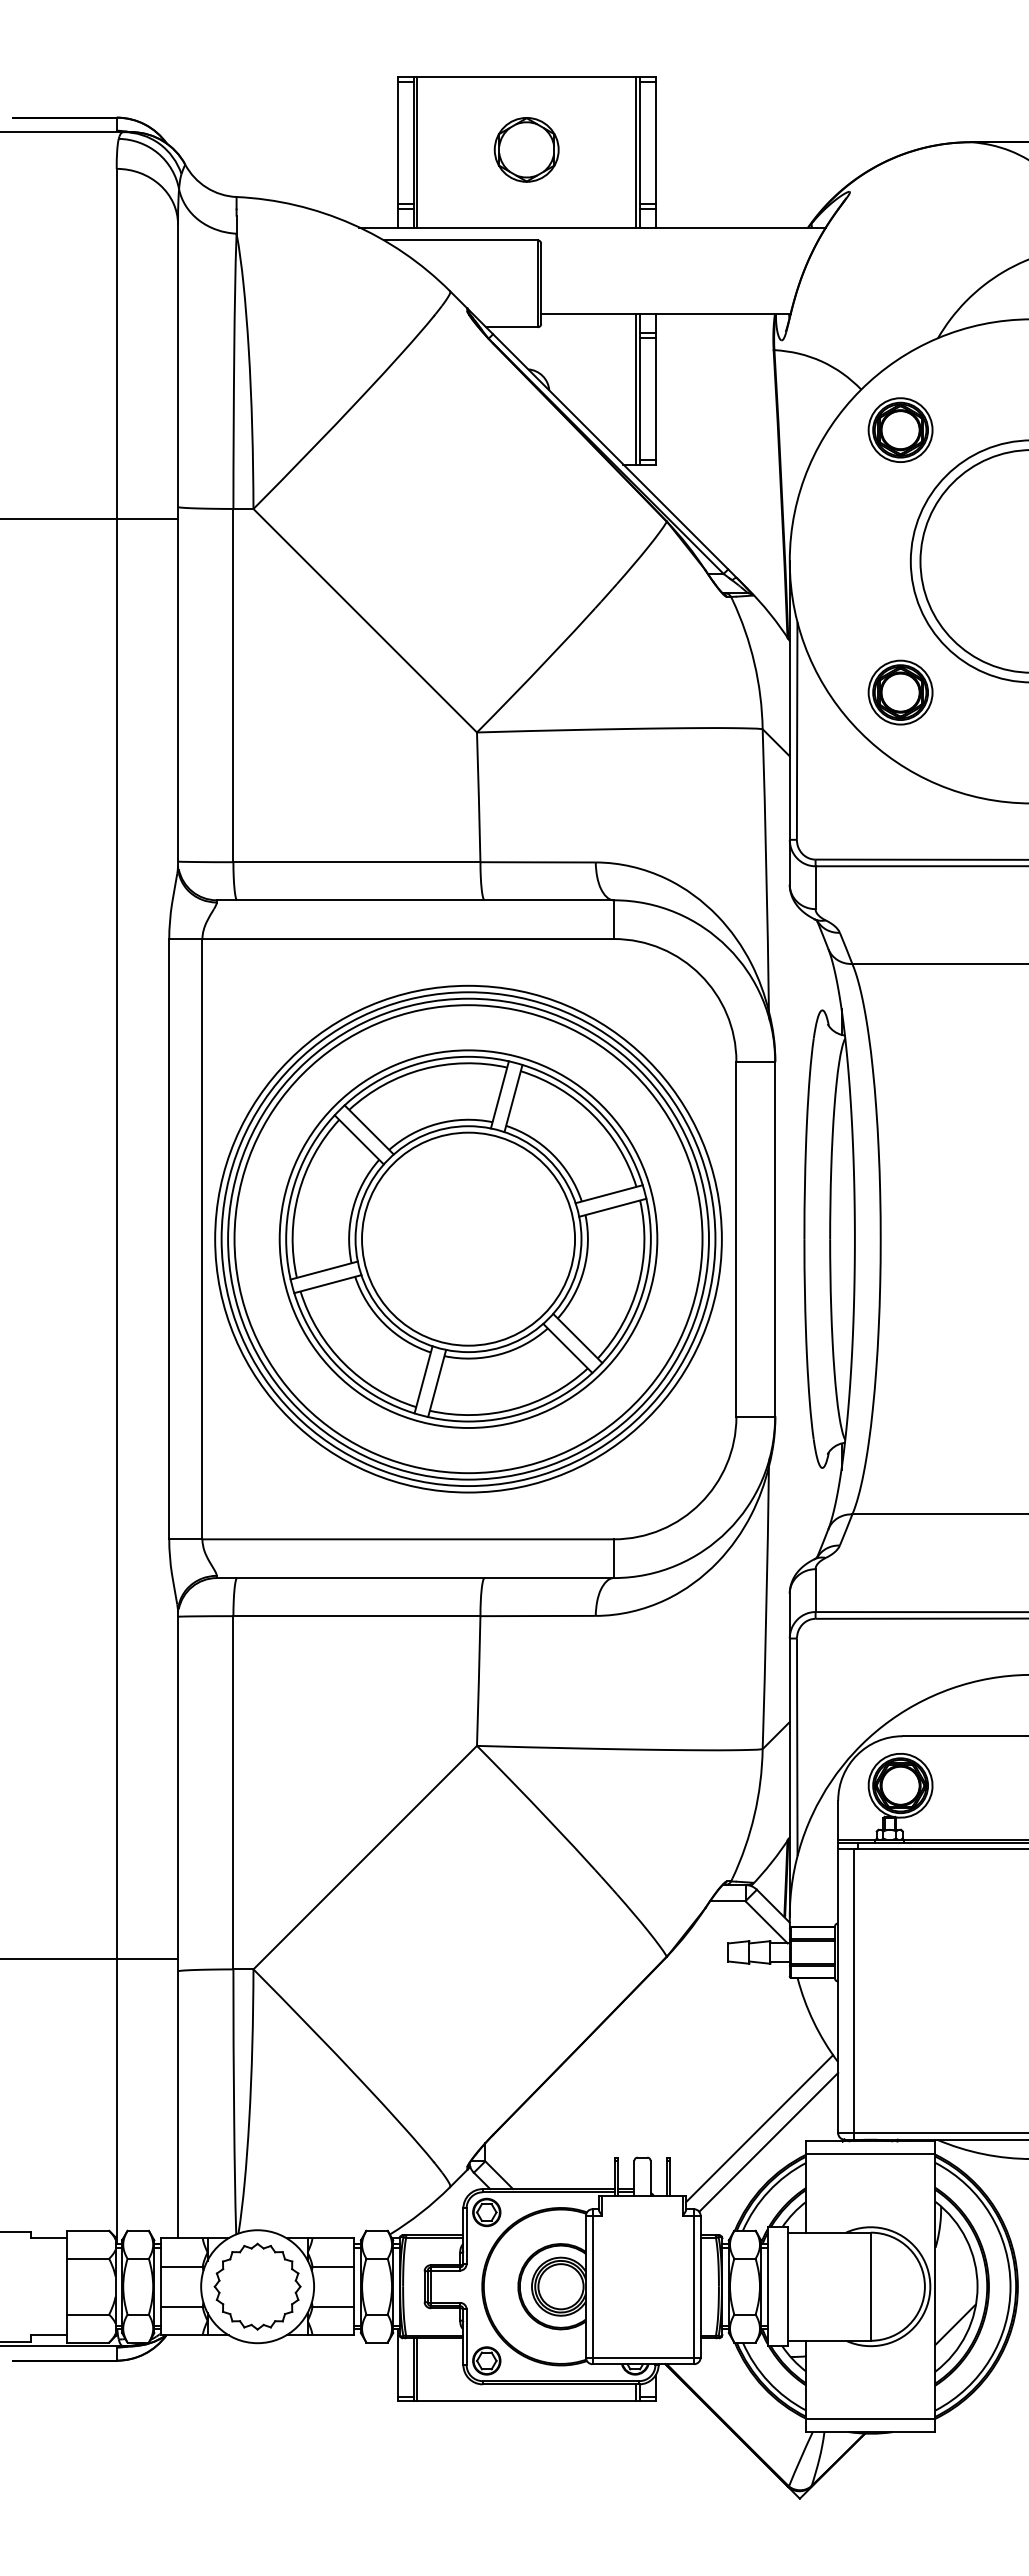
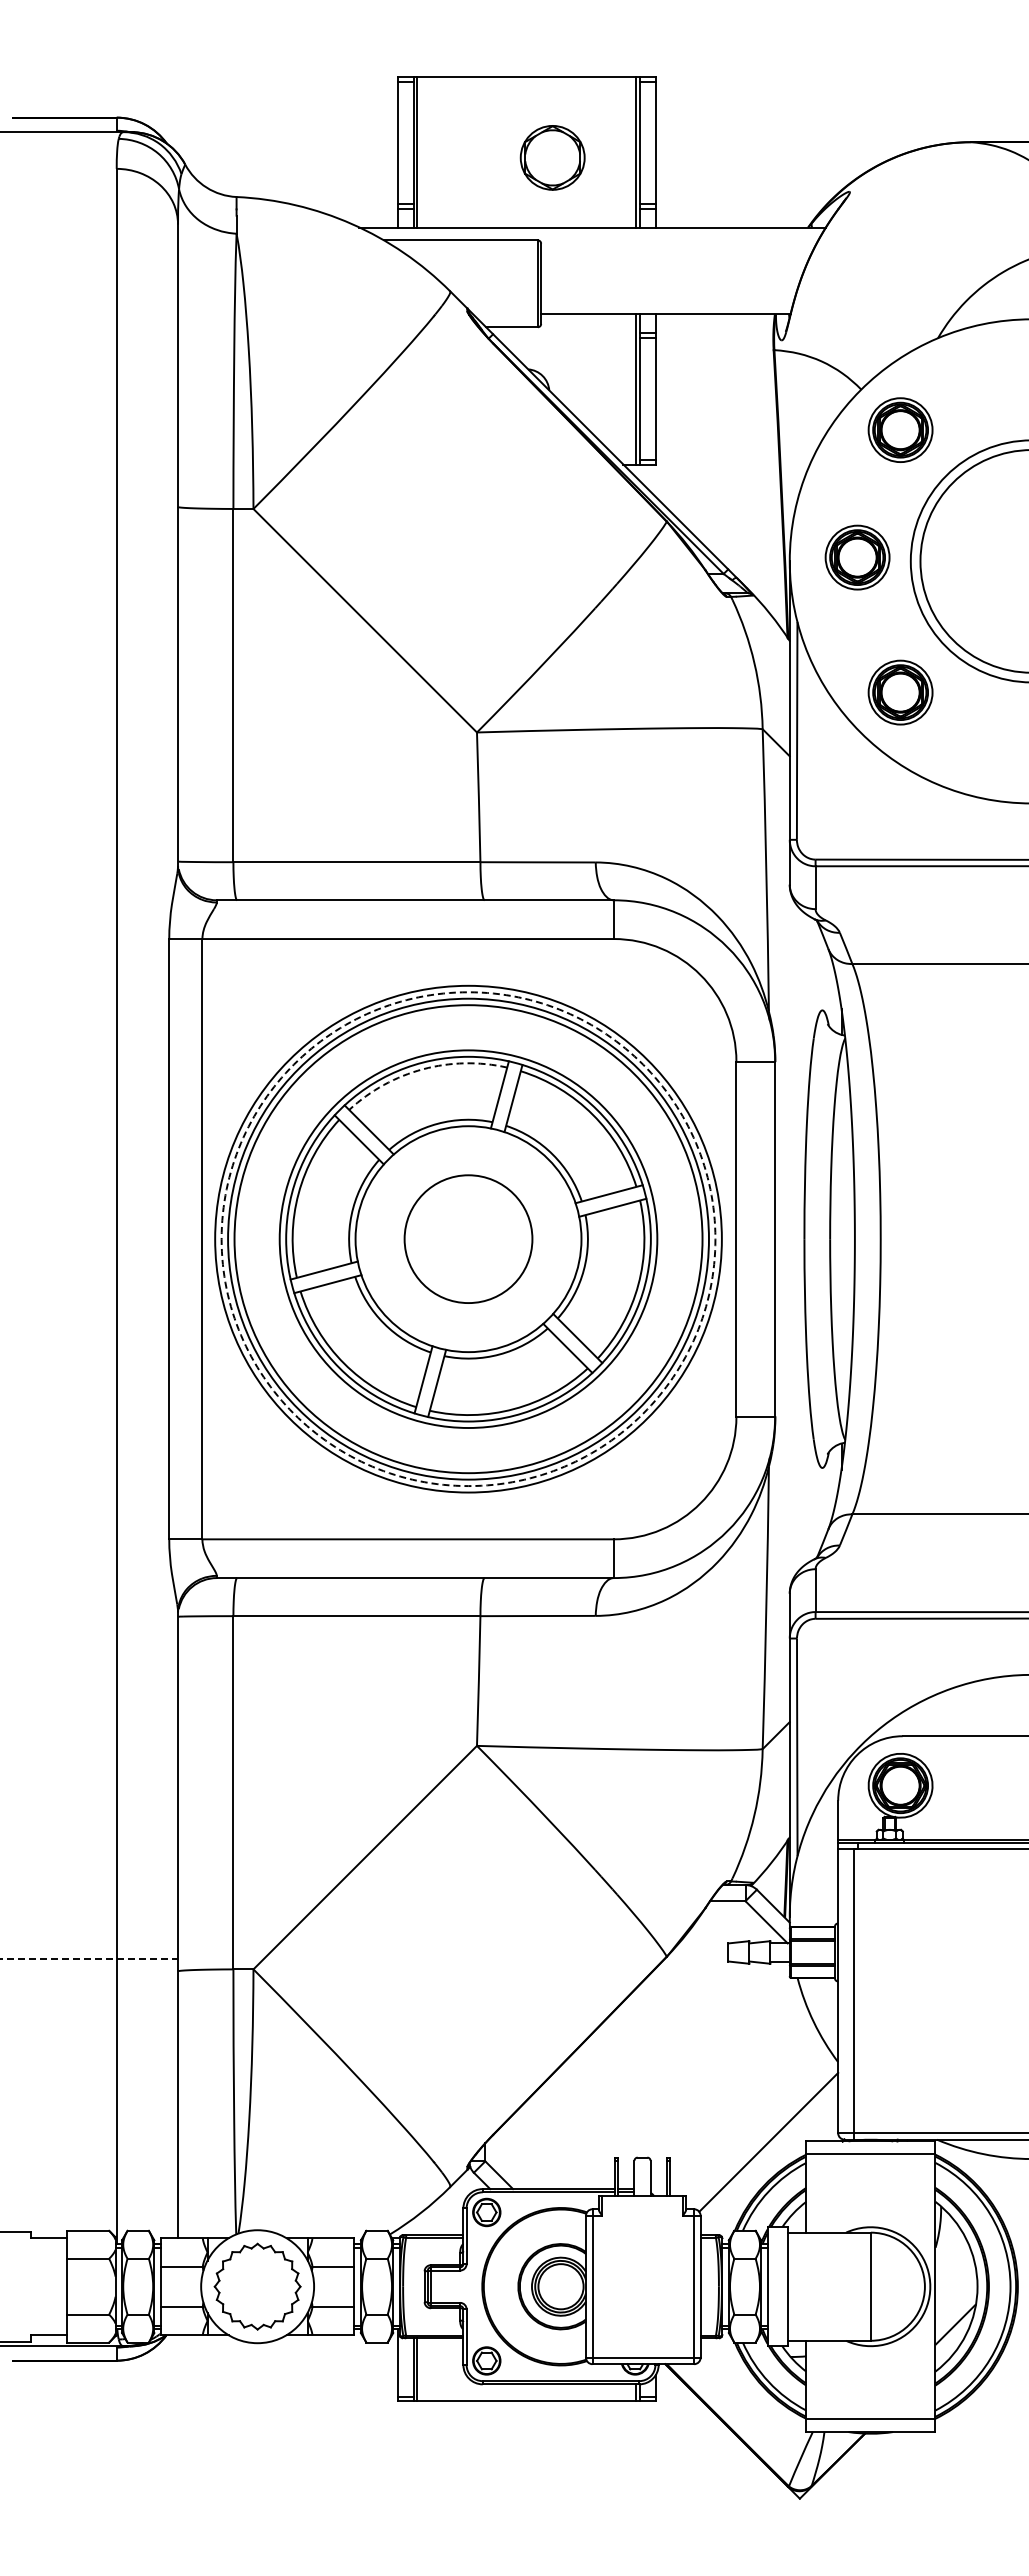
part at (526, 149) position: (526, 149) -> (552, 157)
line at (90, 519): present -> none
part at (857, 557): none -> present
arc at (423, 1069): solid -> dashed
circle at (468, 1238) diameter: 213 px -> 128 px
circle at (468, 1239): solid -> dashed
line at (89, 1958): solid -> dashed
line at (759, 2128): present -> none
